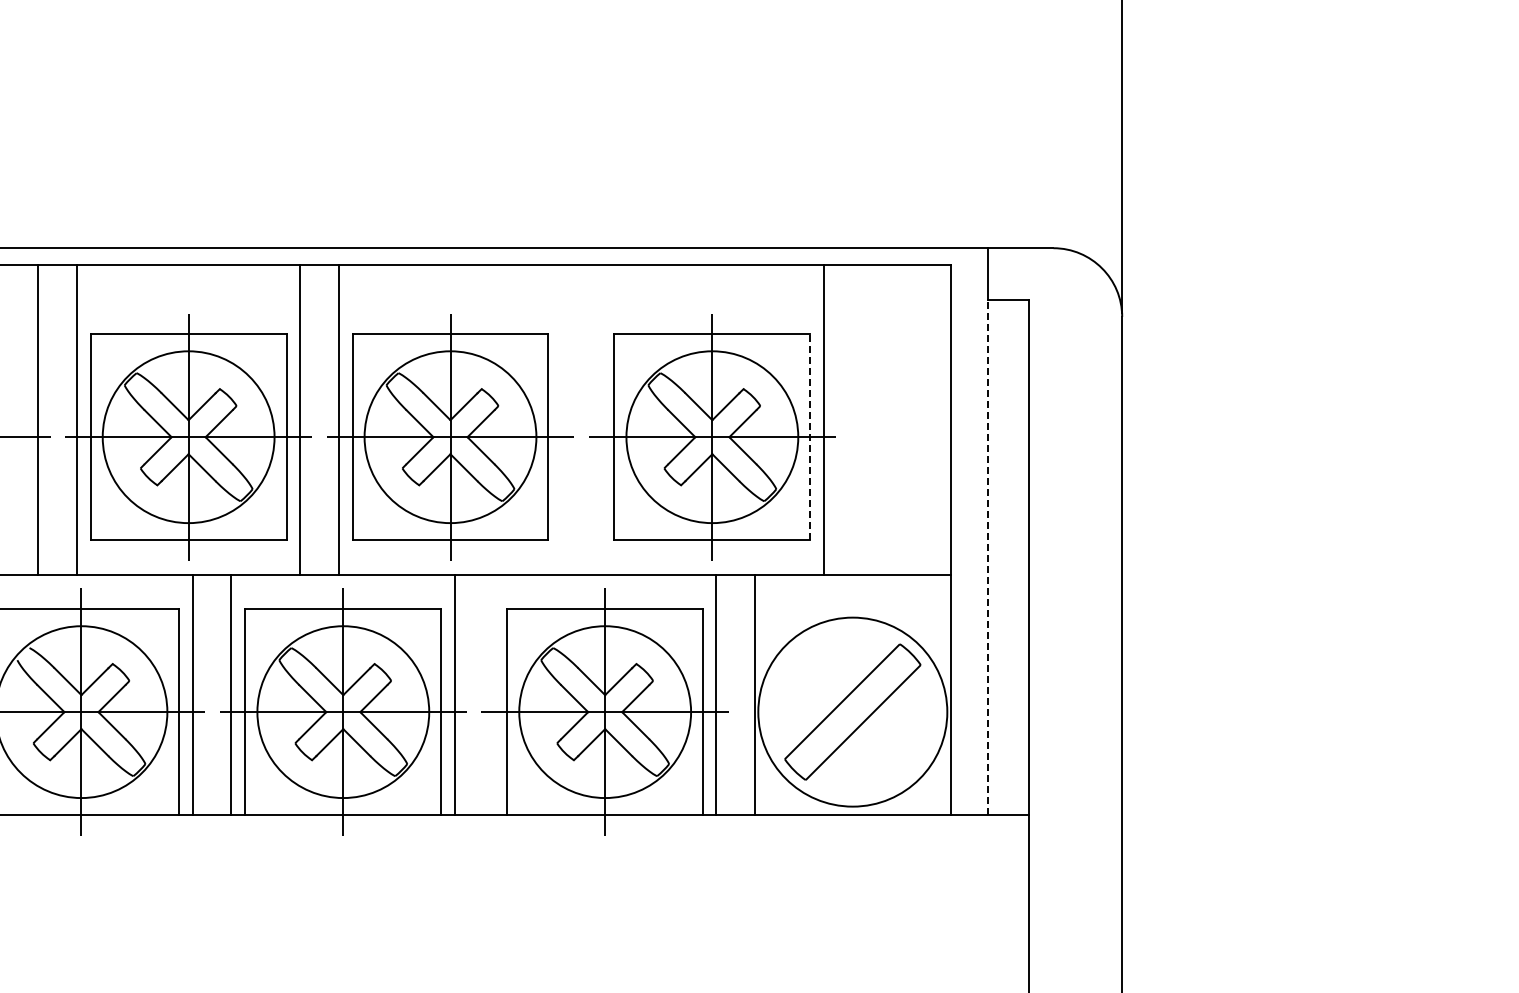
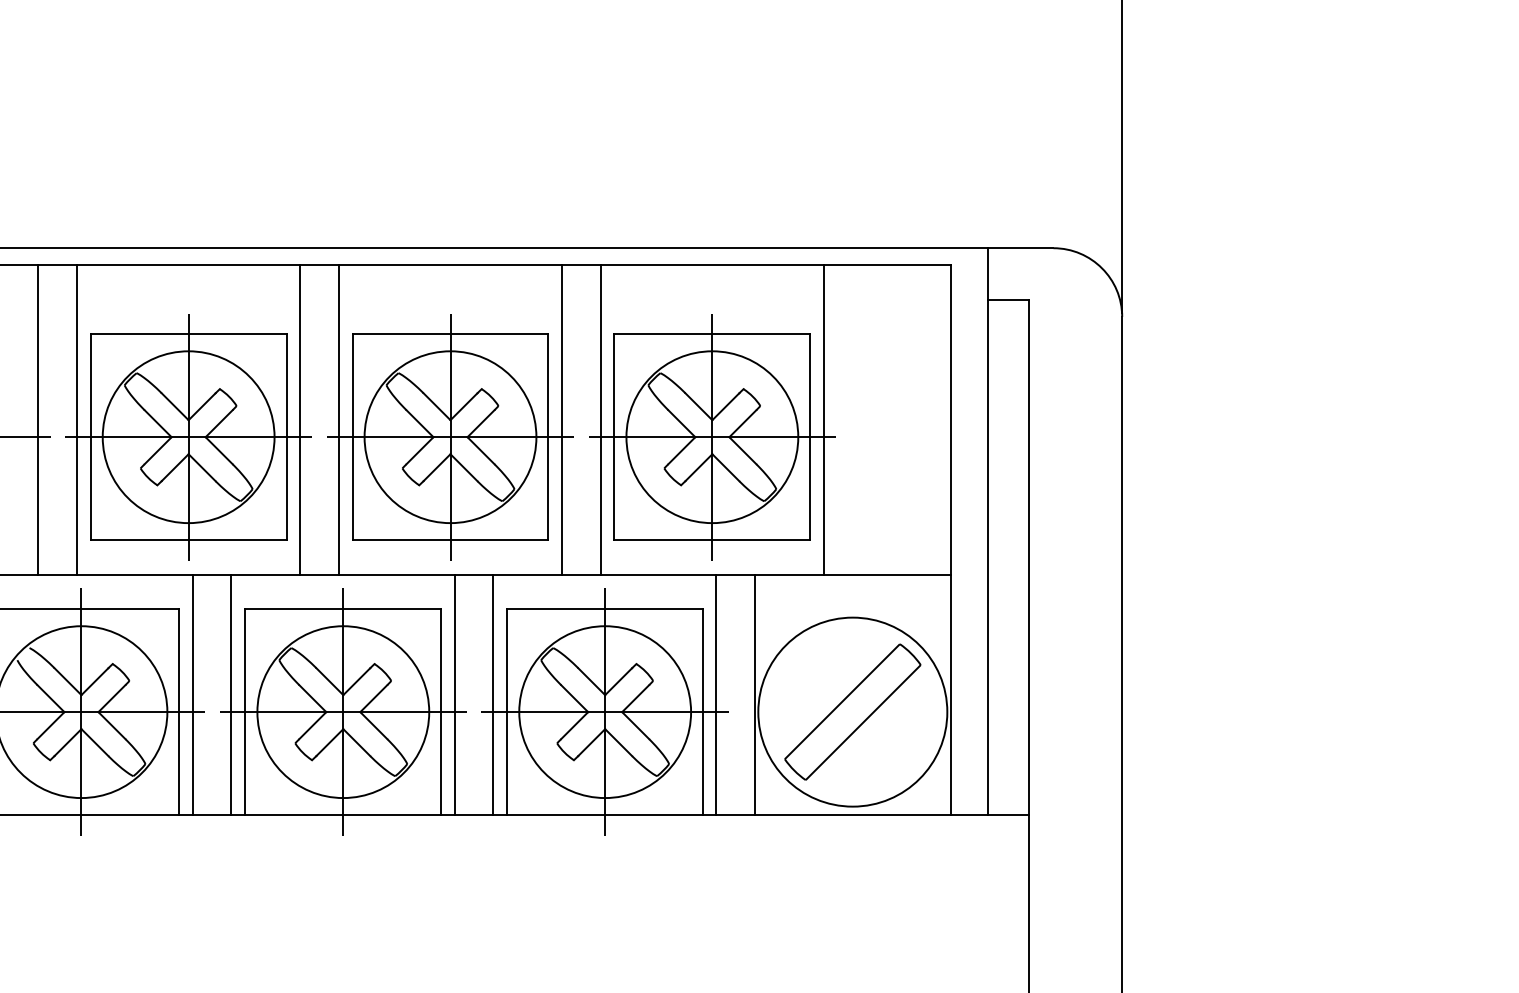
line at (562, 419): none -> present
line at (600, 419): none -> present
line at (810, 436): dashed -> solid
line at (988, 557): dashed -> solid
line at (493, 694): none -> present
